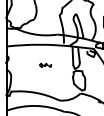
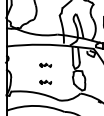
part at (45, 81): none -> present
